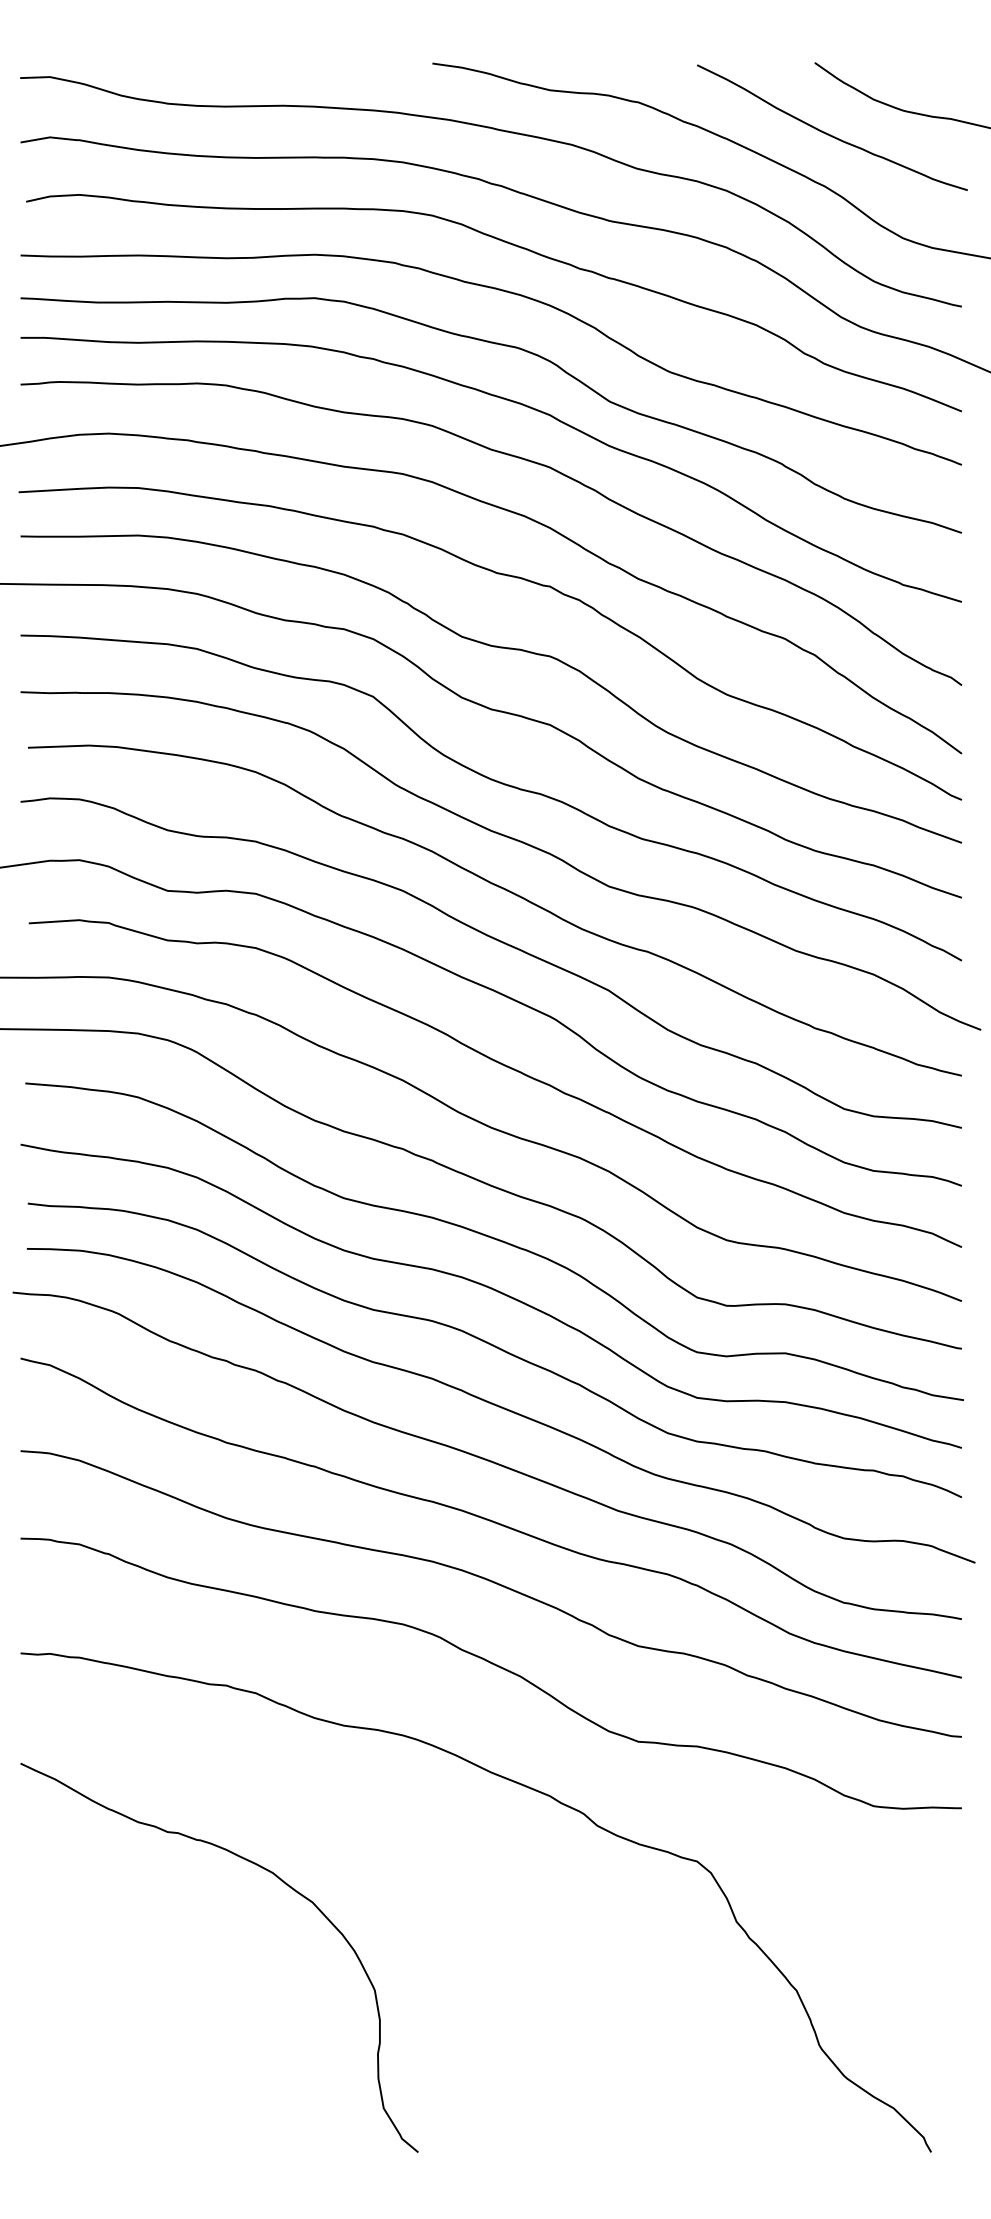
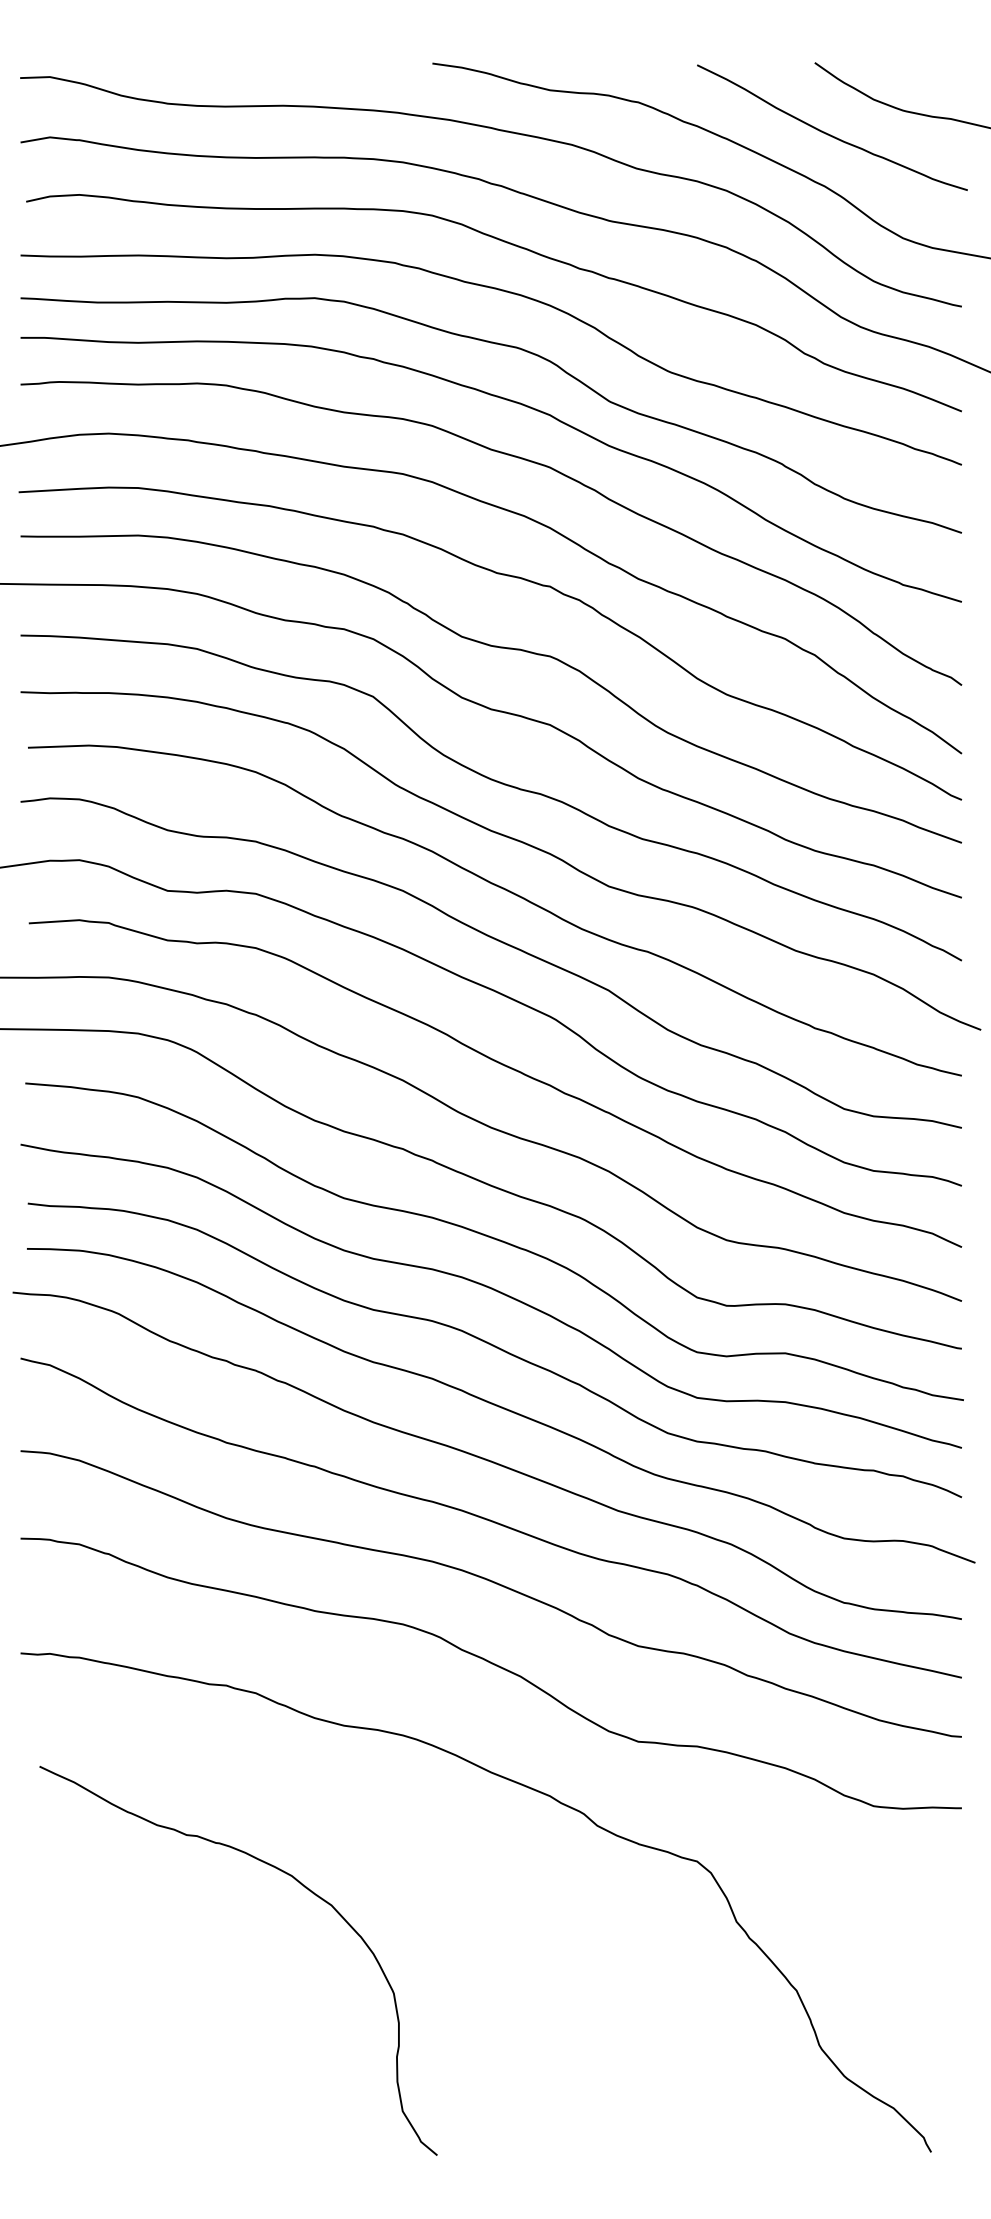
curve at (282, 1882) position: (282, 1882) -> (301, 1885)
